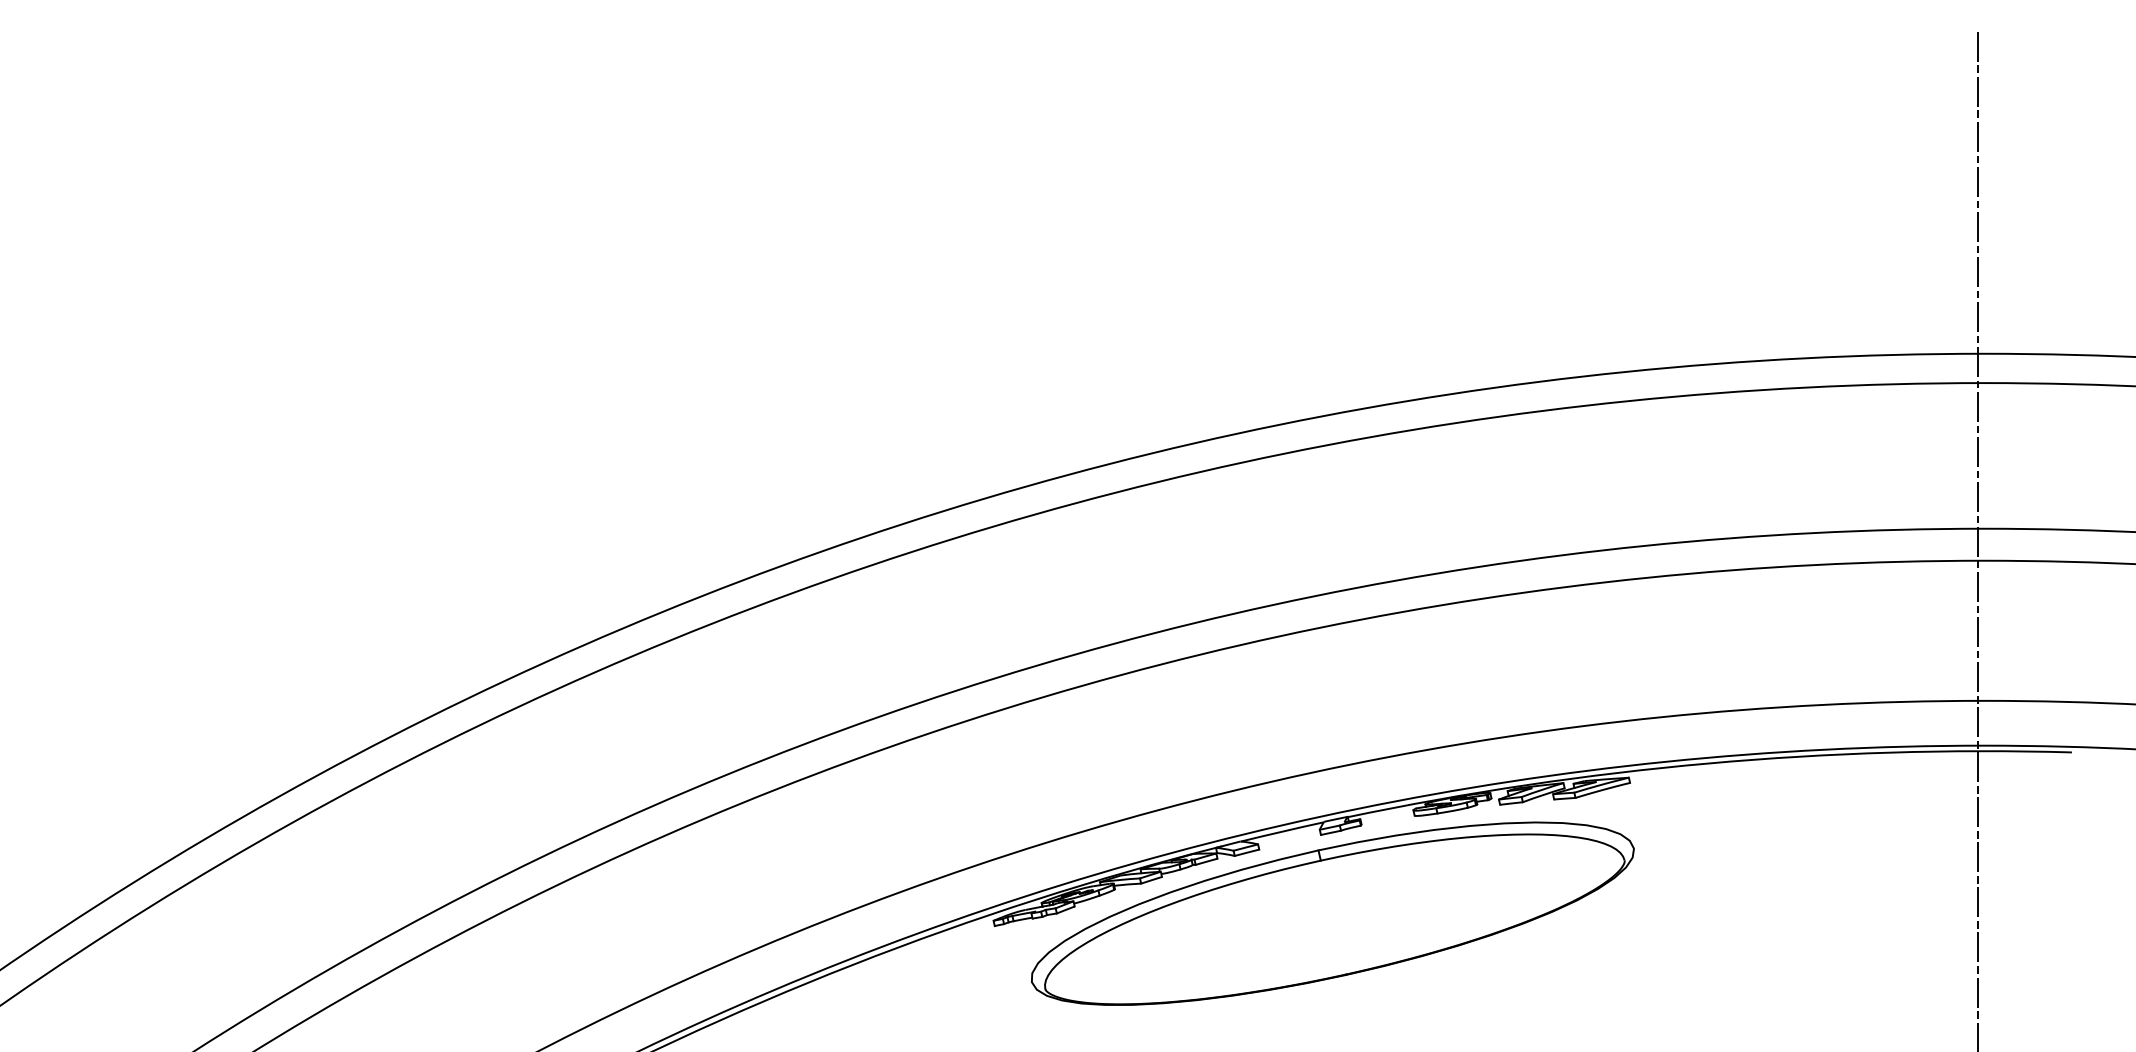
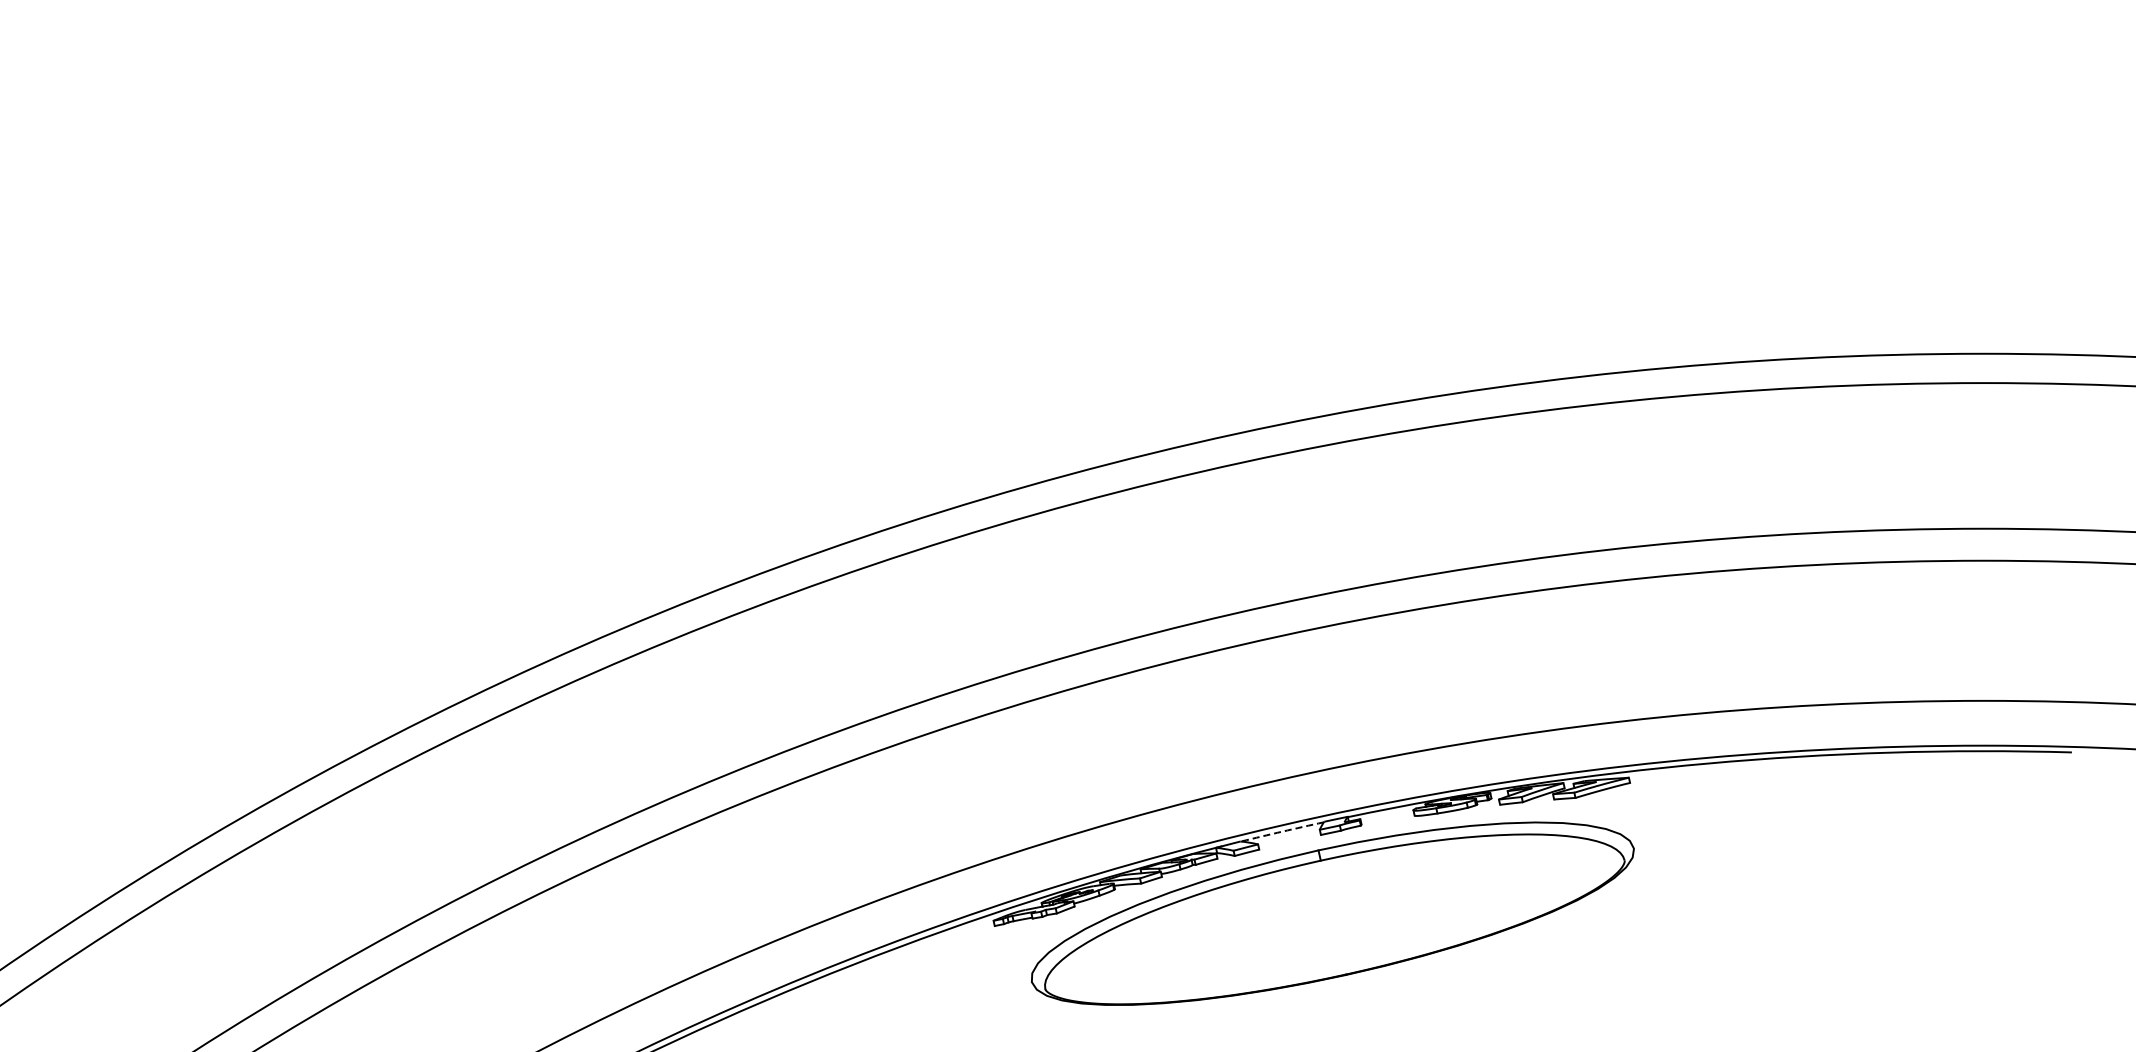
line at (1977, 539): present -> none
arc at (1282, 831): solid -> dashed
